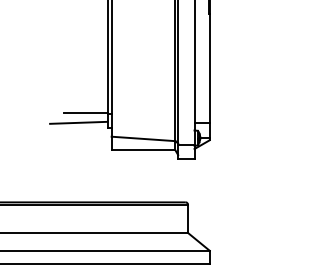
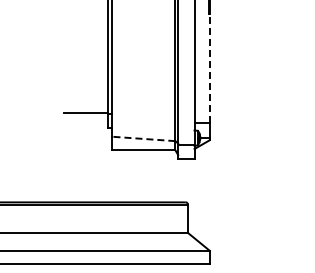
line at (209, 68): solid -> dashed
line at (78, 122): present -> none
line at (143, 138): solid -> dashed
